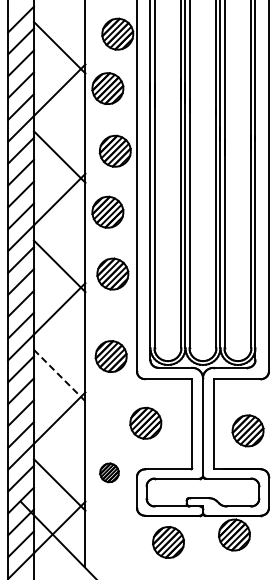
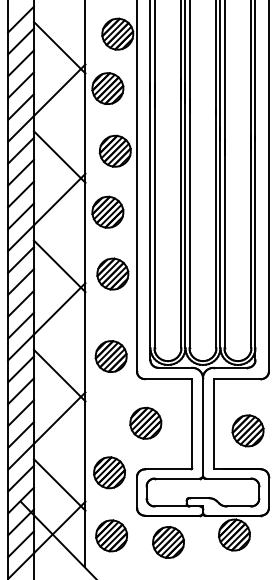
line at (59, 375): dashed -> solid
part at (109, 472) size: 21x22 px -> 33x34 px
part at (111, 535): none -> present
